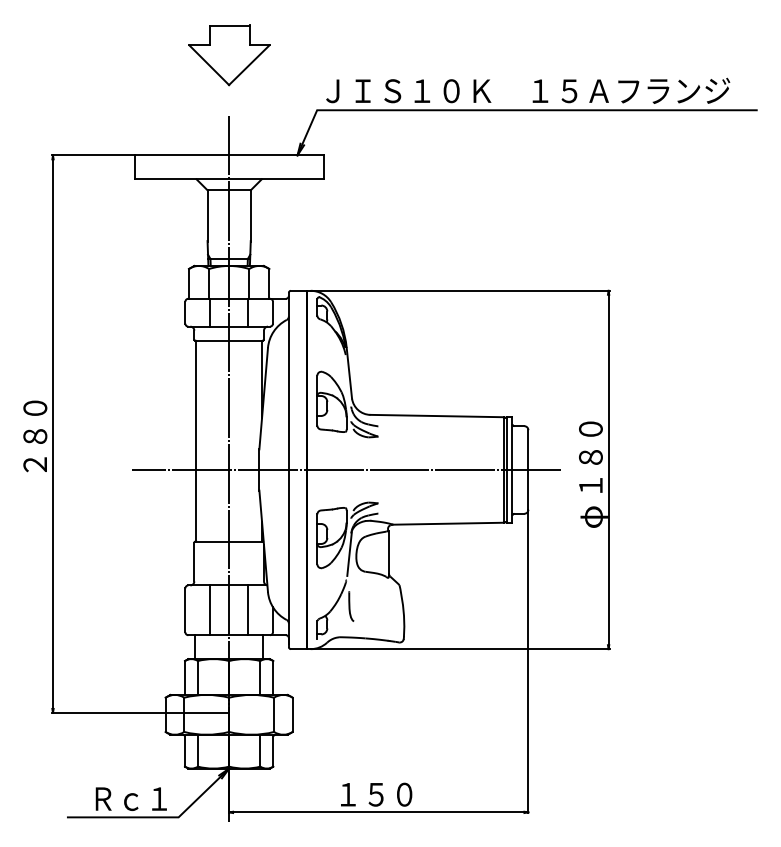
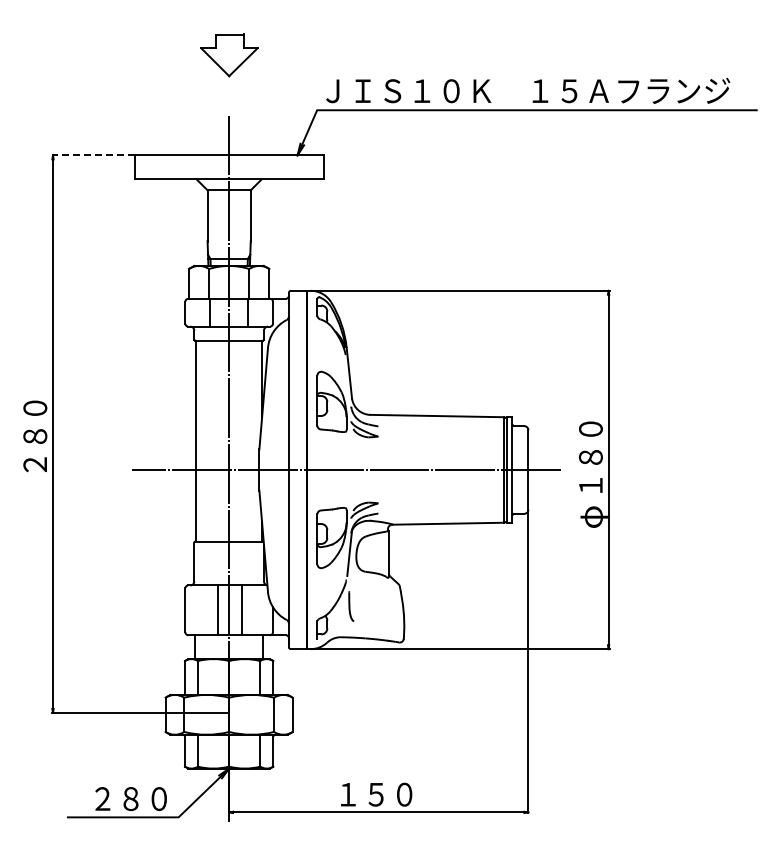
part at (229, 55) size: 83x63 px -> 59x45 px
line at (92, 155): solid -> dashed
line at (210, 610) position: (210, 610) -> (218, 610)
line at (248, 610) position: (248, 610) -> (242, 610)
text at (130, 799): Ｒｃ１ -> ２８０
